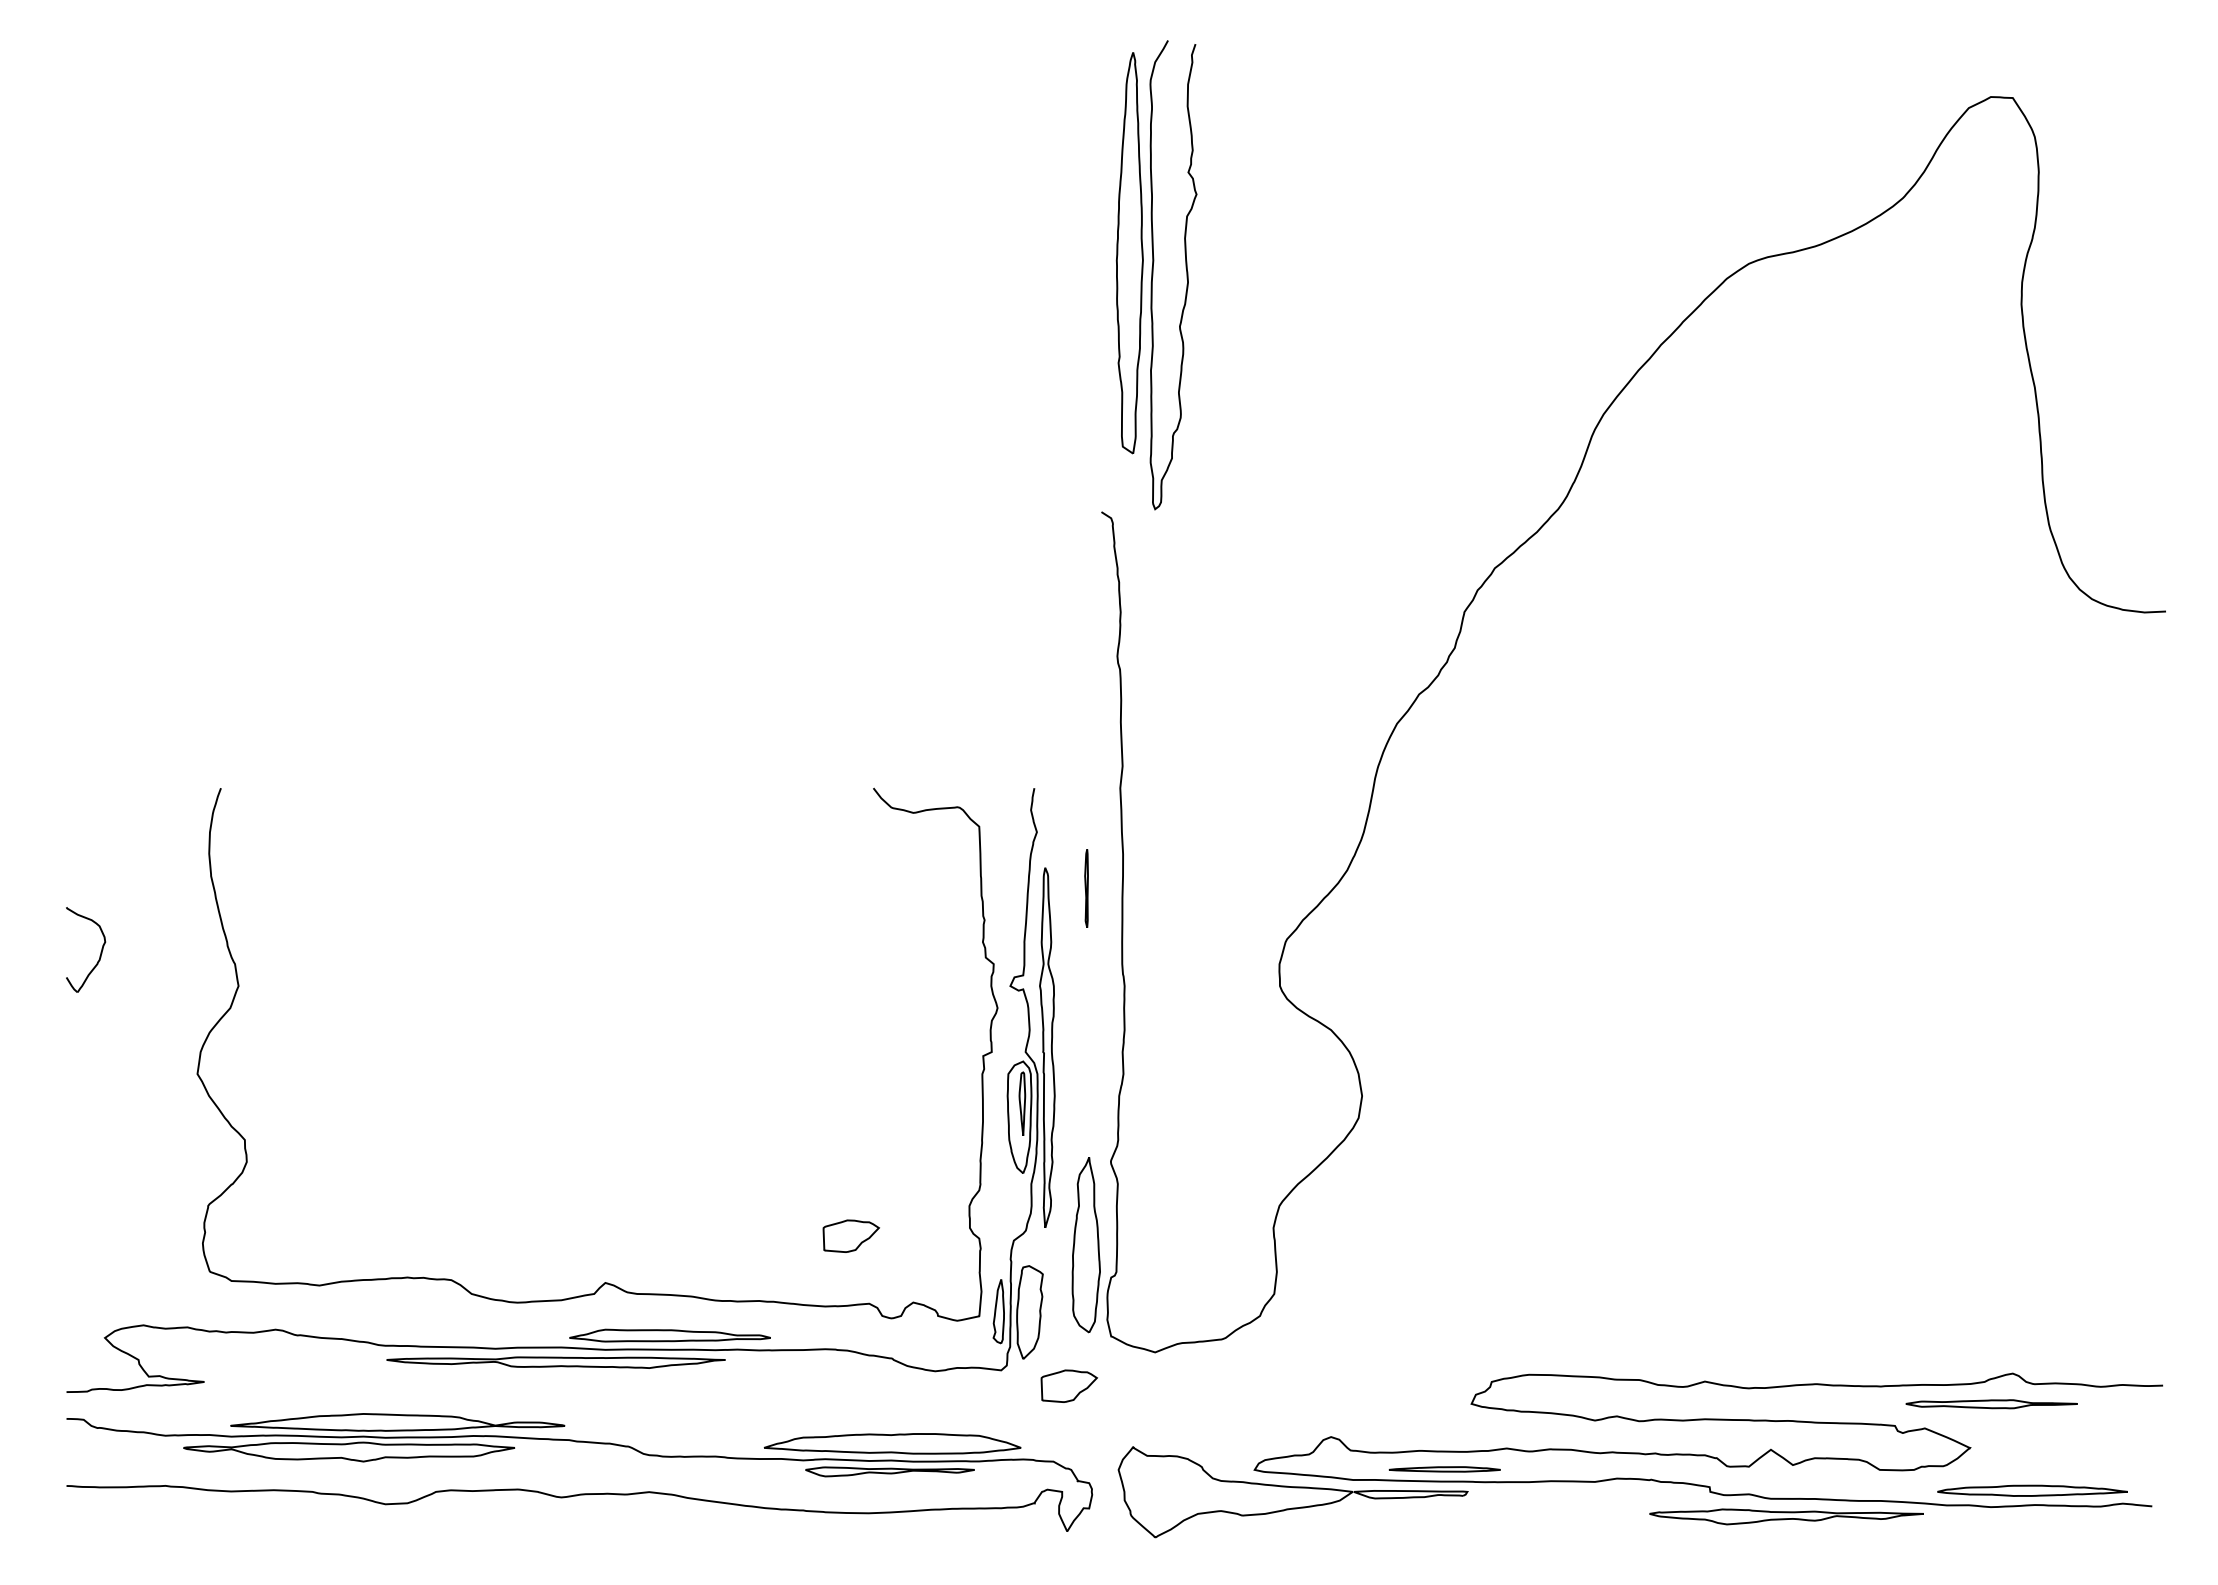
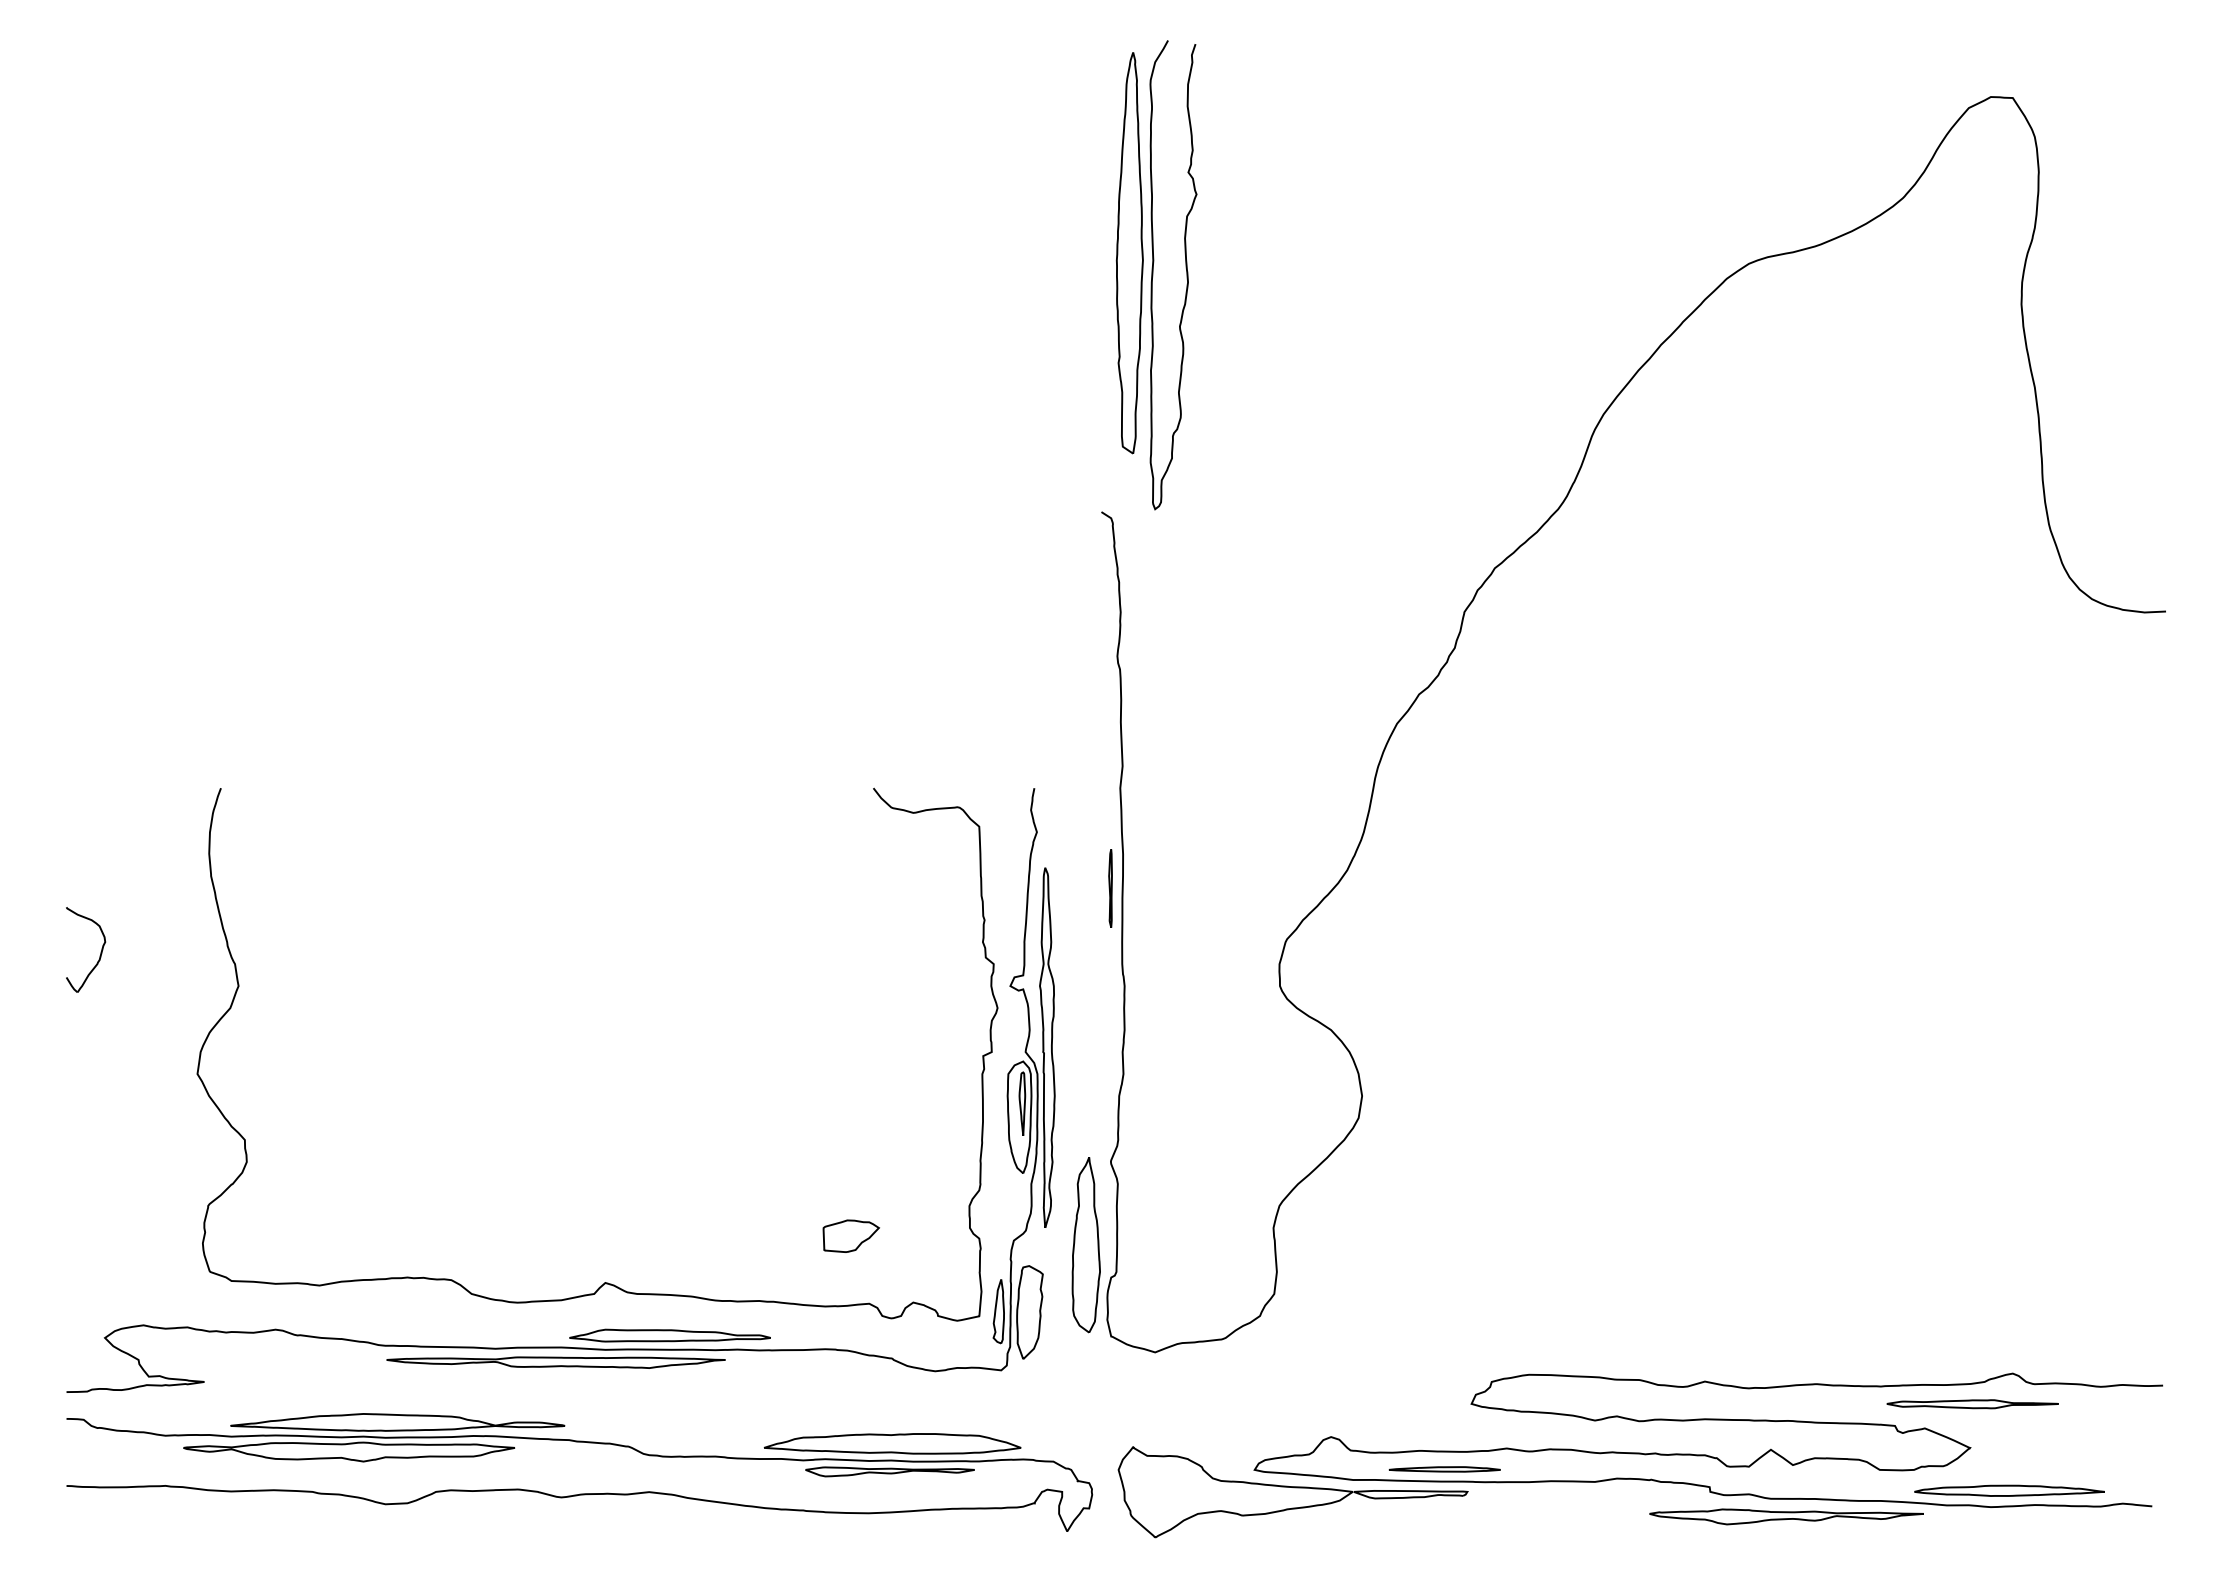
line at (1086, 888) position: (1086, 888) -> (1110, 888)
part at (1068, 1385): present -> none
part at (1991, 1404) position: (1991, 1404) -> (1972, 1404)
part at (2032, 1490) position: (2032, 1490) -> (2009, 1490)
